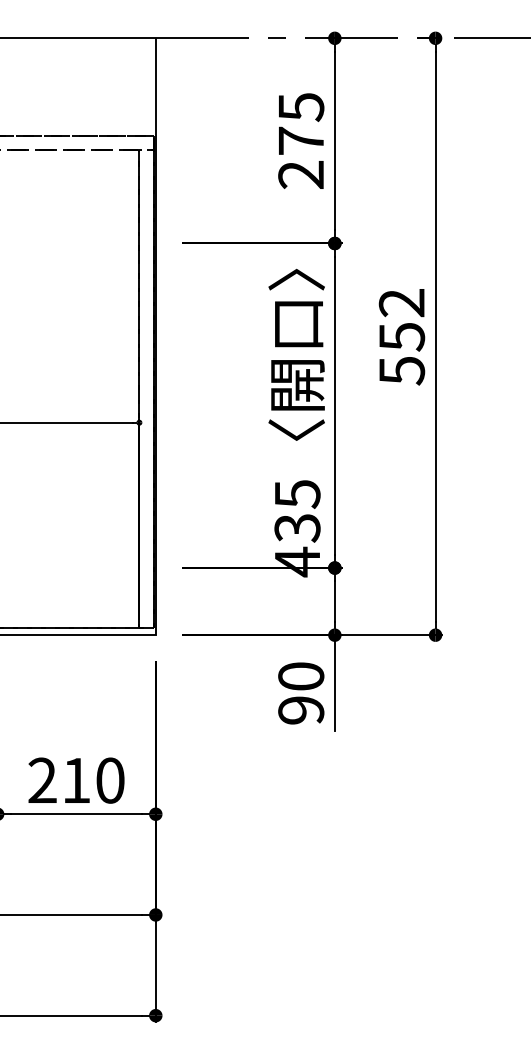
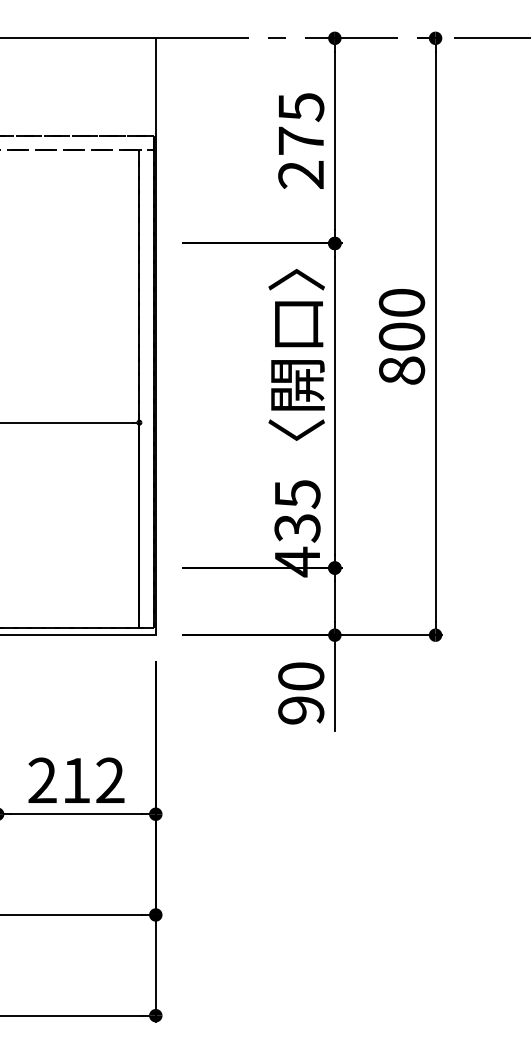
text at (401, 337): 552 -> 800
text at (110, 780): 210 -> 212
